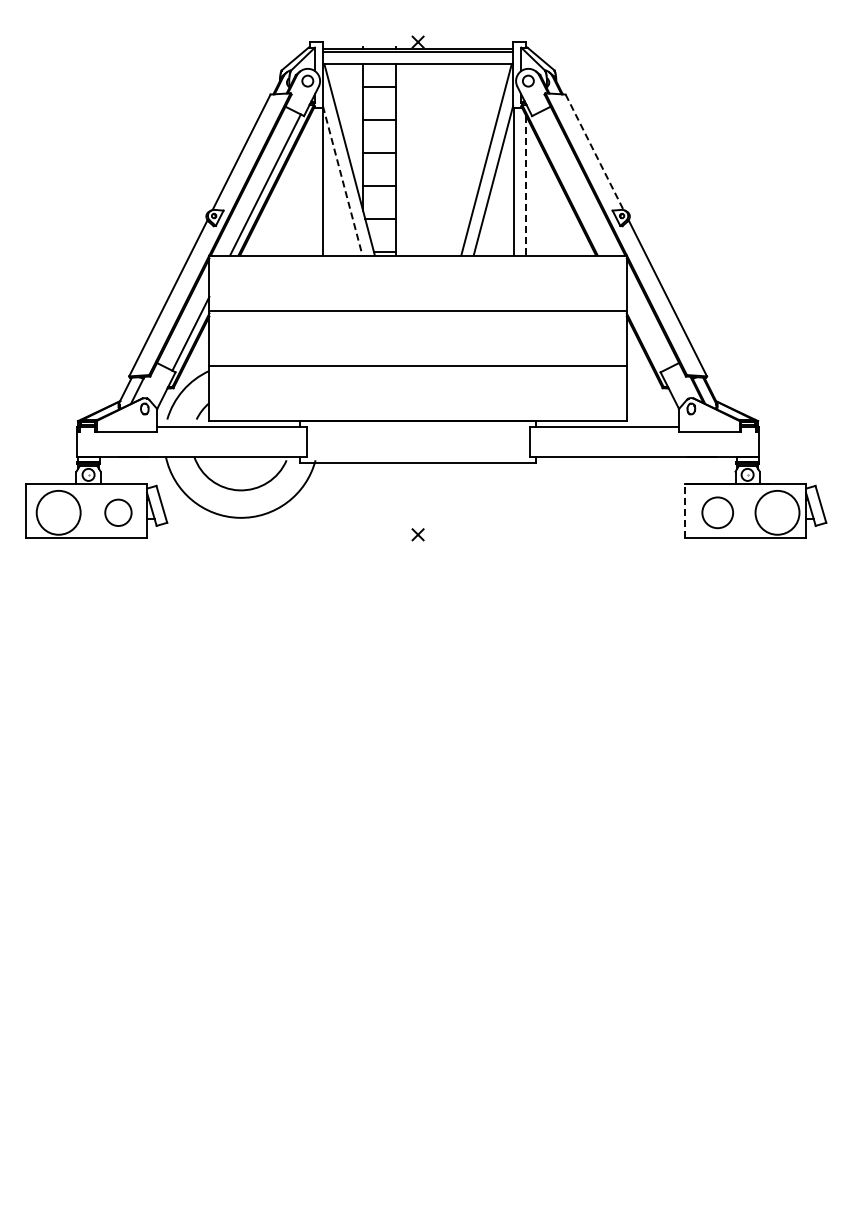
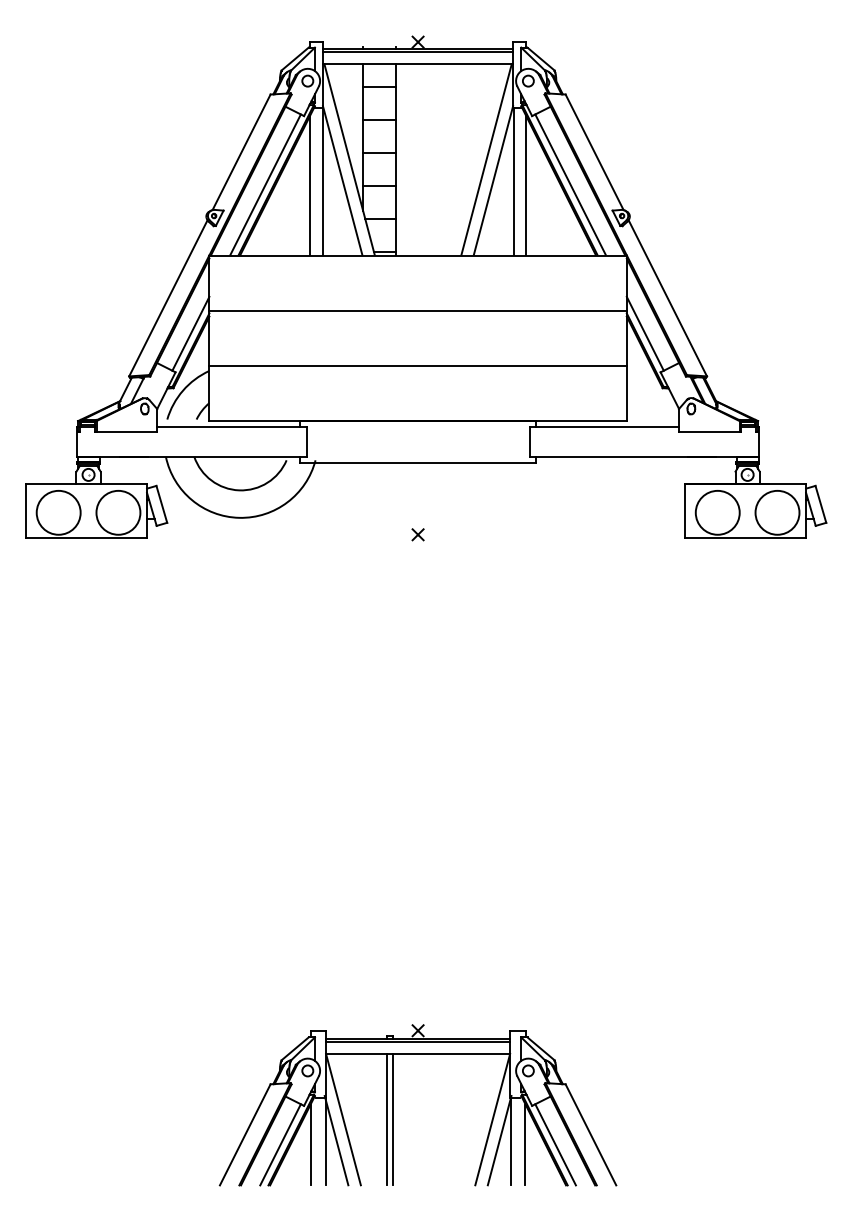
line at (594, 152): dashed -> solid
line at (342, 180): dashed -> solid
line at (310, 184): none -> present
line at (525, 184): dashed -> solid
line at (570, 184): none -> present
line at (644, 333): none -> present
line at (684, 510): dashed -> solid
circle at (118, 512) diameter: 26 px -> 44 px
circle at (717, 512) diameter: 31 px -> 44 px
part at (393, 1105): none -> present
